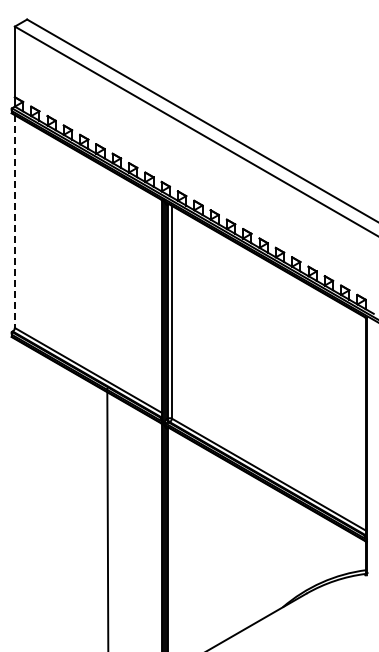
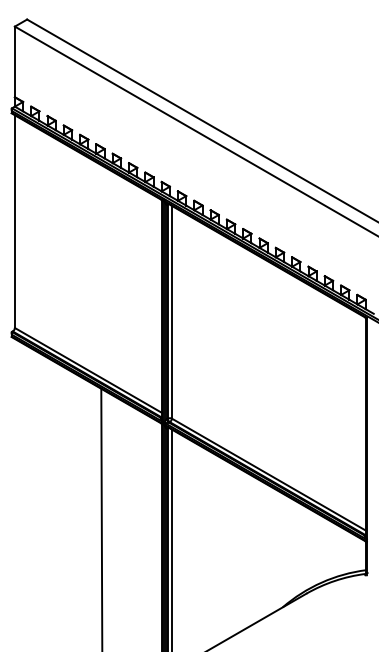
line at (14, 222): dashed -> solid
line at (107, 518) position: (107, 518) -> (101, 518)
line at (171, 538): none -> present
